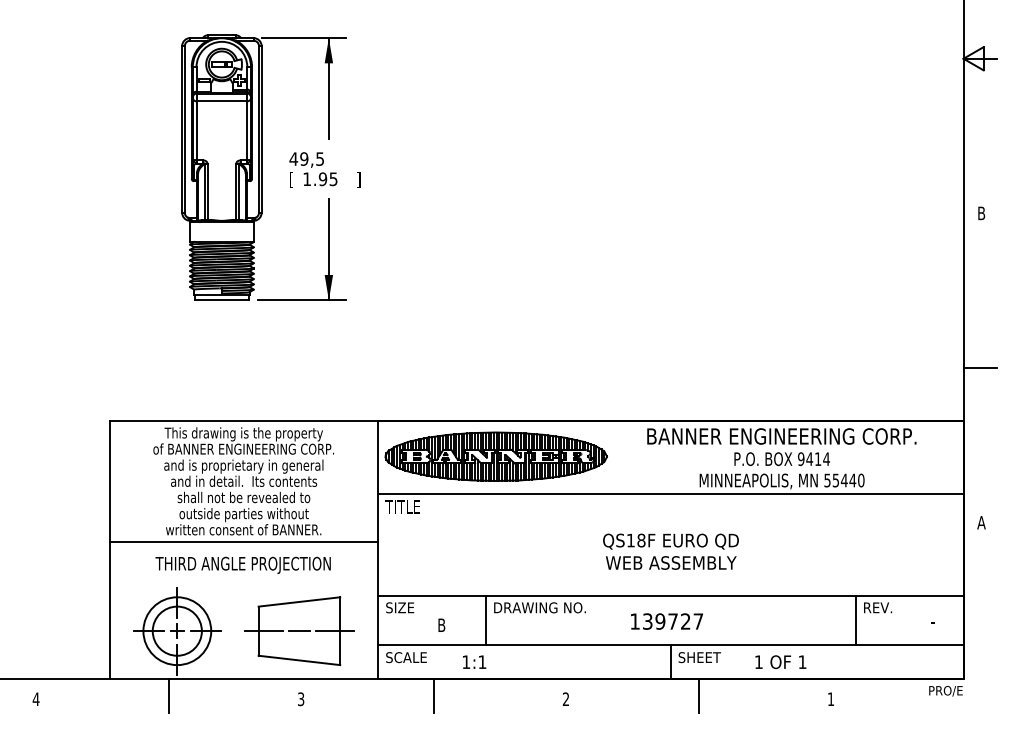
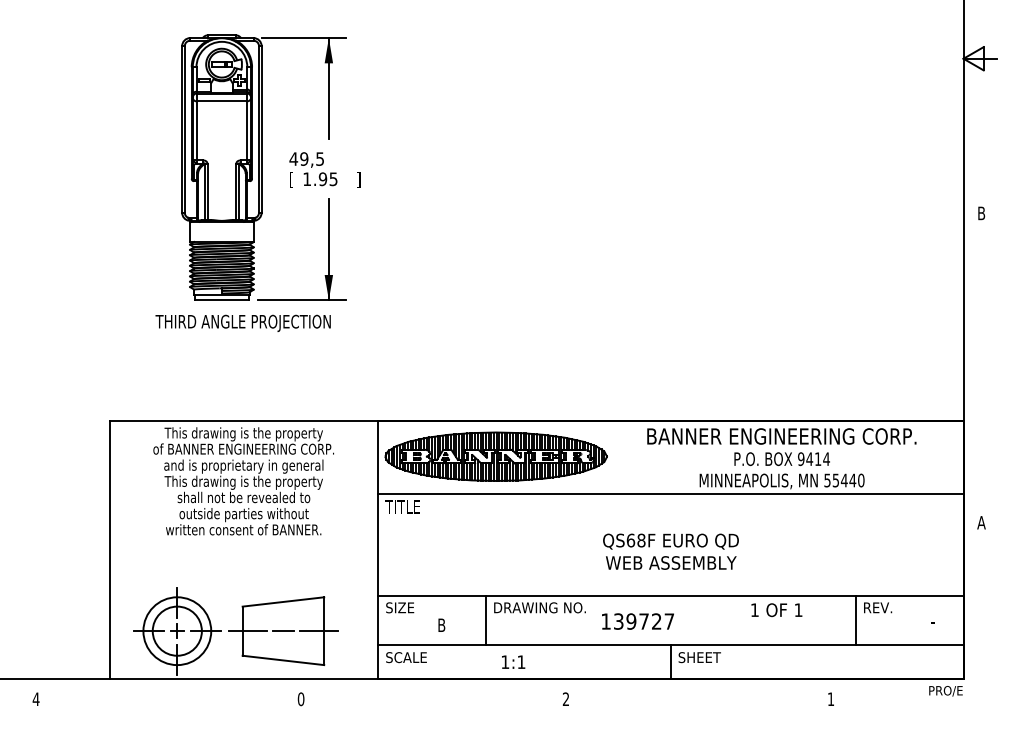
line at (980, 368): present -> none
text at (243, 482): and in detail.  Its contents -> This drawing is the property
text at (630, 540): QS18F -> QS68F
line at (243, 541): present -> none
text at (242, 564) position: (242, 564) -> (242, 322)
text at (666, 621) position: (666, 621) -> (637, 621)
part at (299, 630) position: (299, 630) -> (283, 630)
text at (474, 661) position: (474, 661) -> (513, 661)
text at (780, 662) position: (780, 662) -> (776, 610)
line at (168, 695): present -> none
line at (433, 695): present -> none
line at (698, 695): present -> none
text at (300, 699): 3 -> 0
